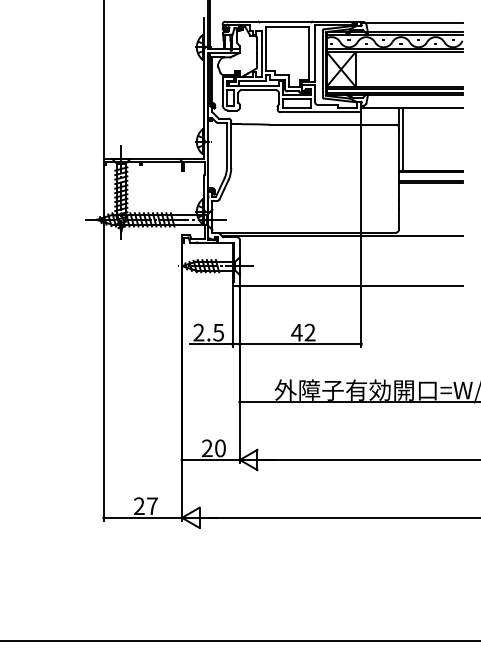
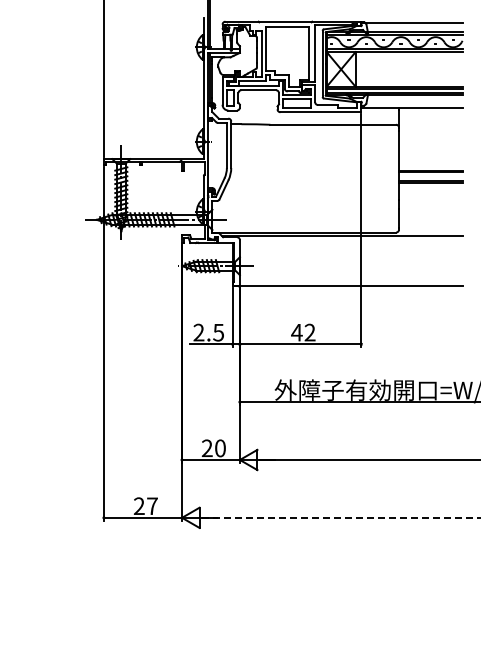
line at (402, 139): present -> none
line at (341, 517): solid -> dashed
line at (239, 641): present -> none
